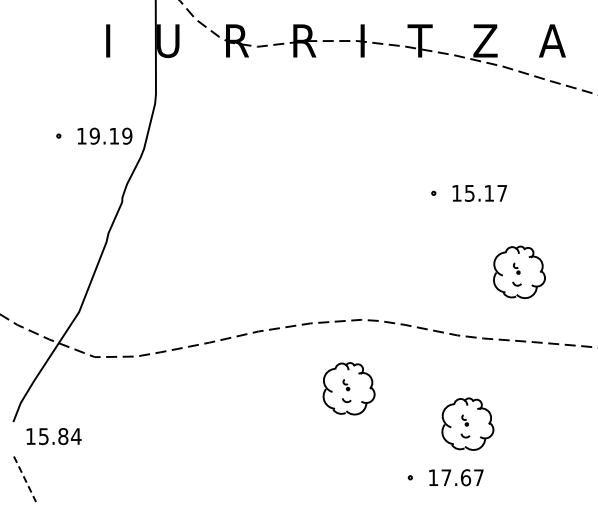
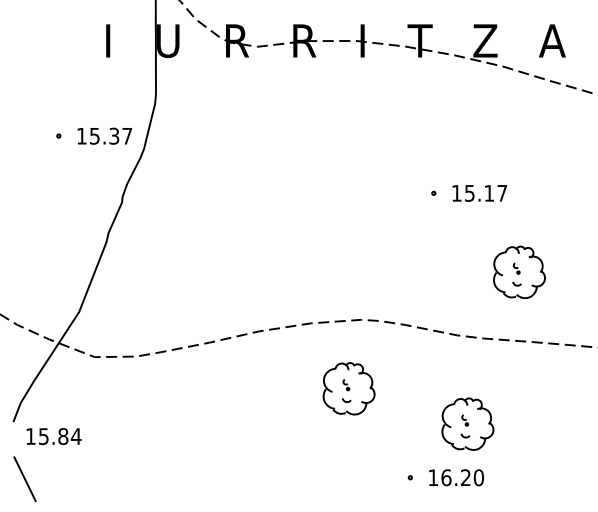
text at (110, 135): 19.19 -> 15.37
text at (462, 477): 17.67 -> 16.20
line at (25, 479): dashed -> solid
